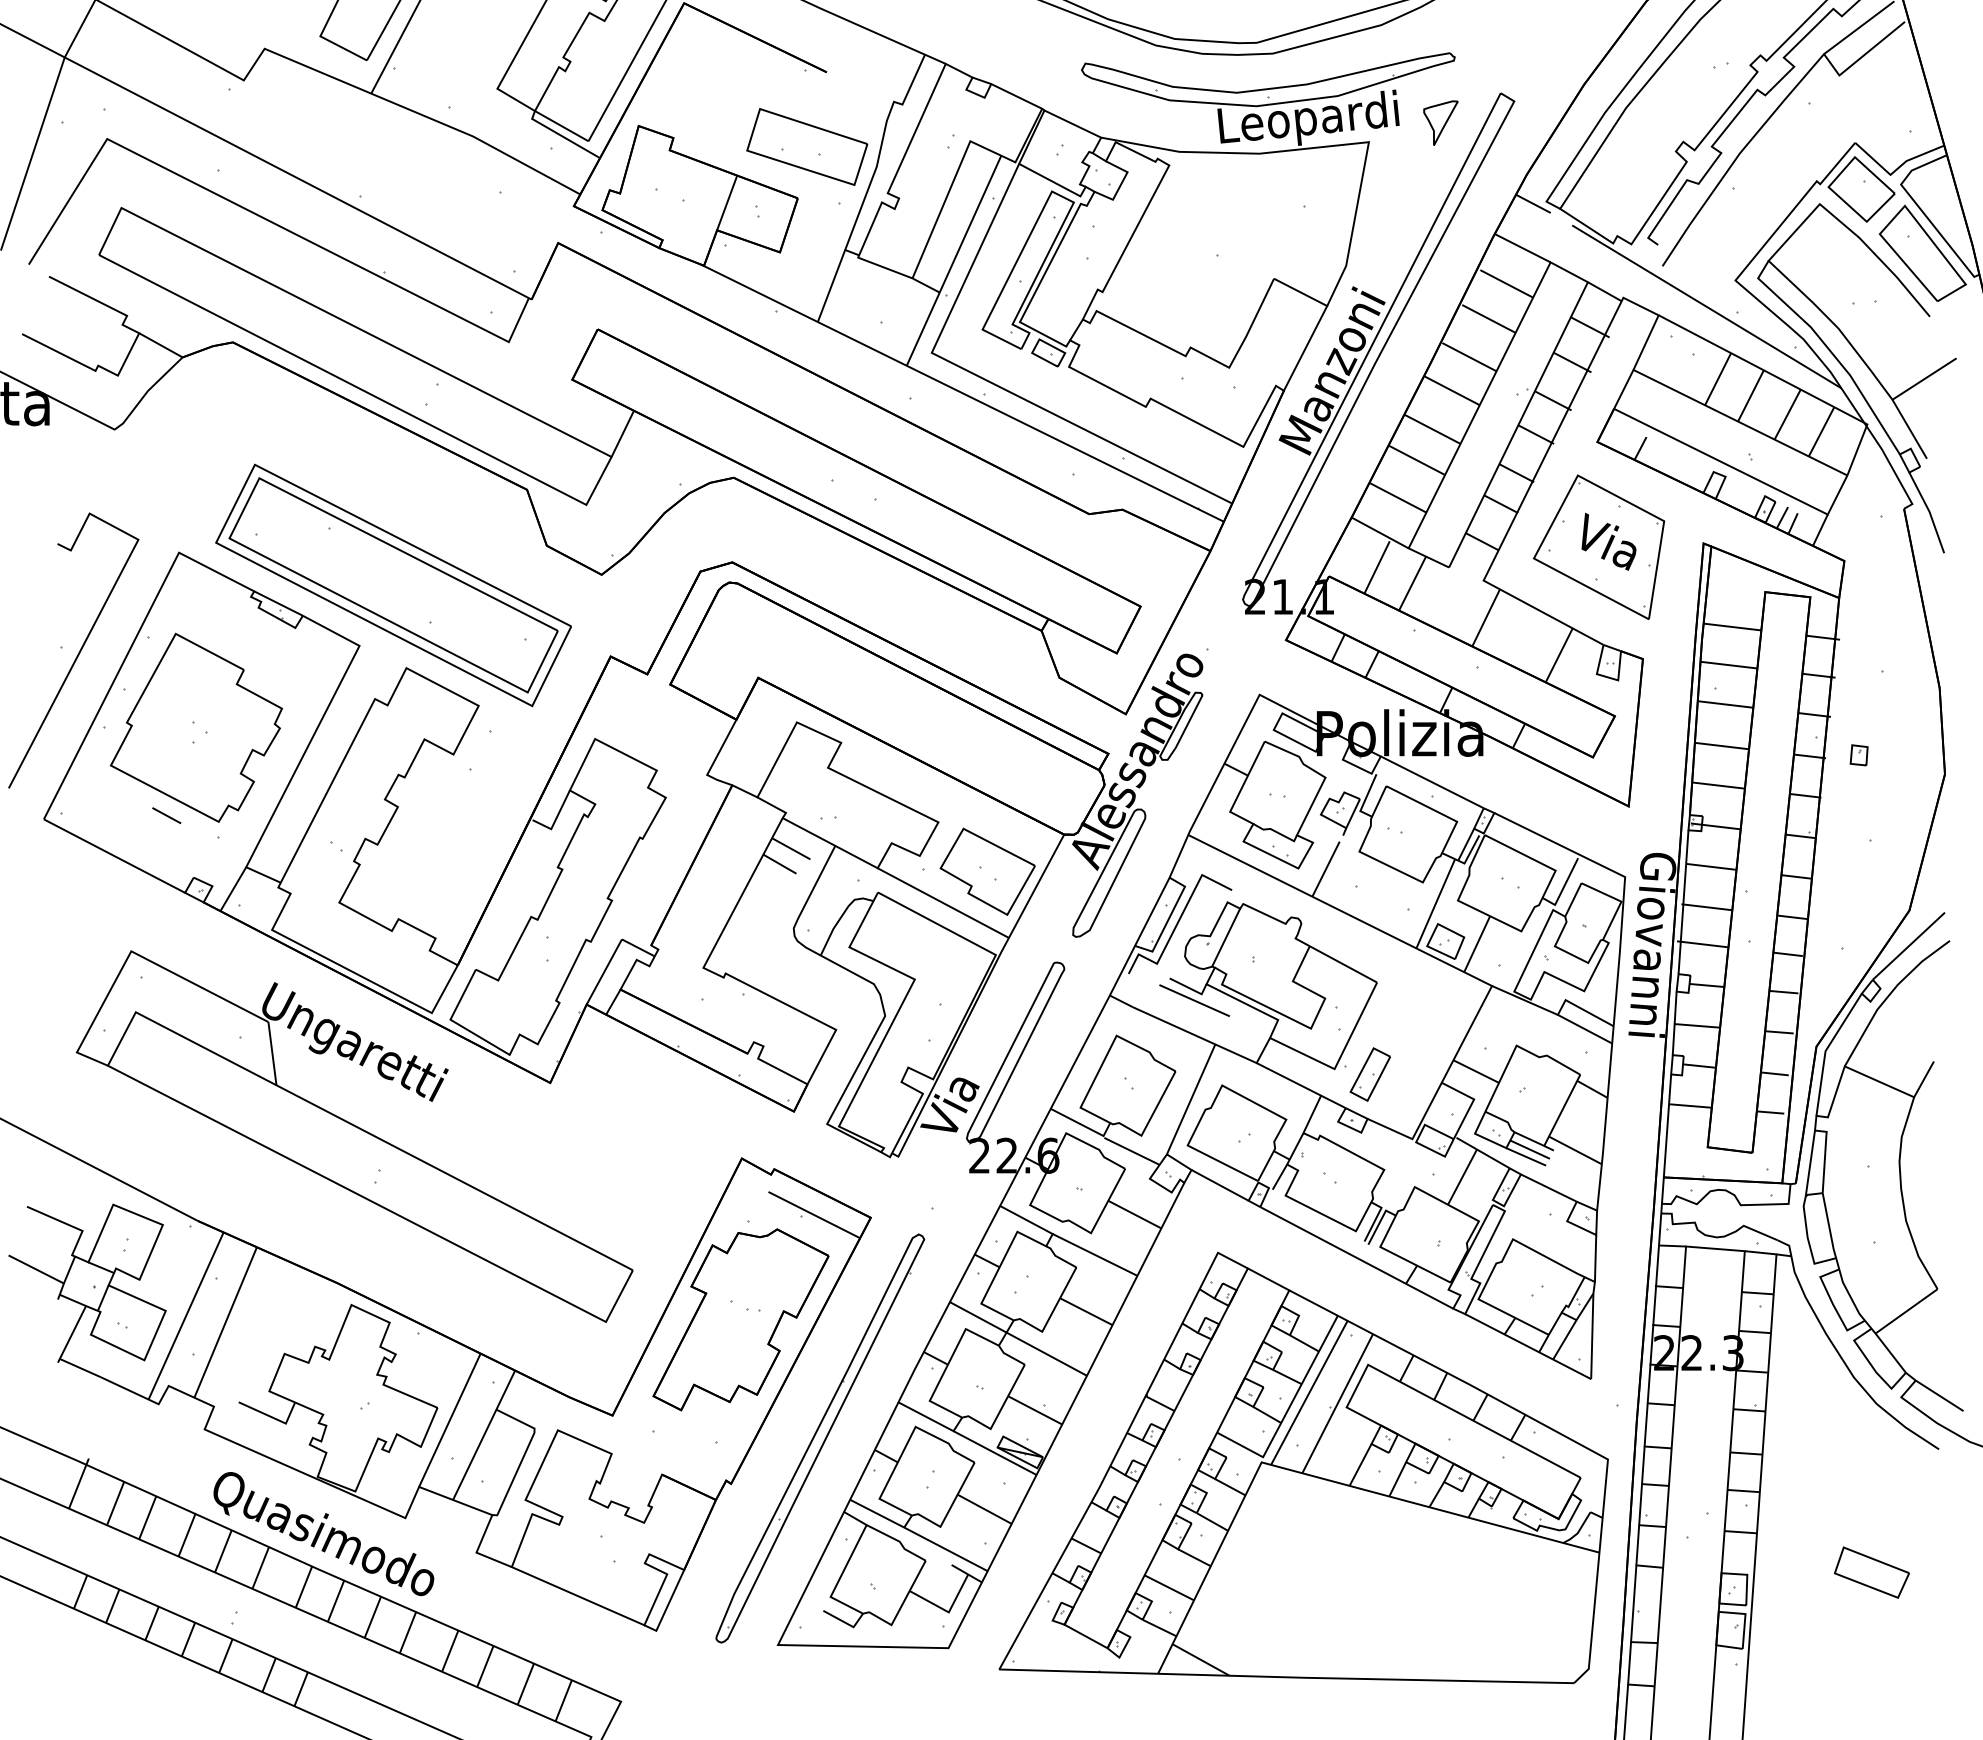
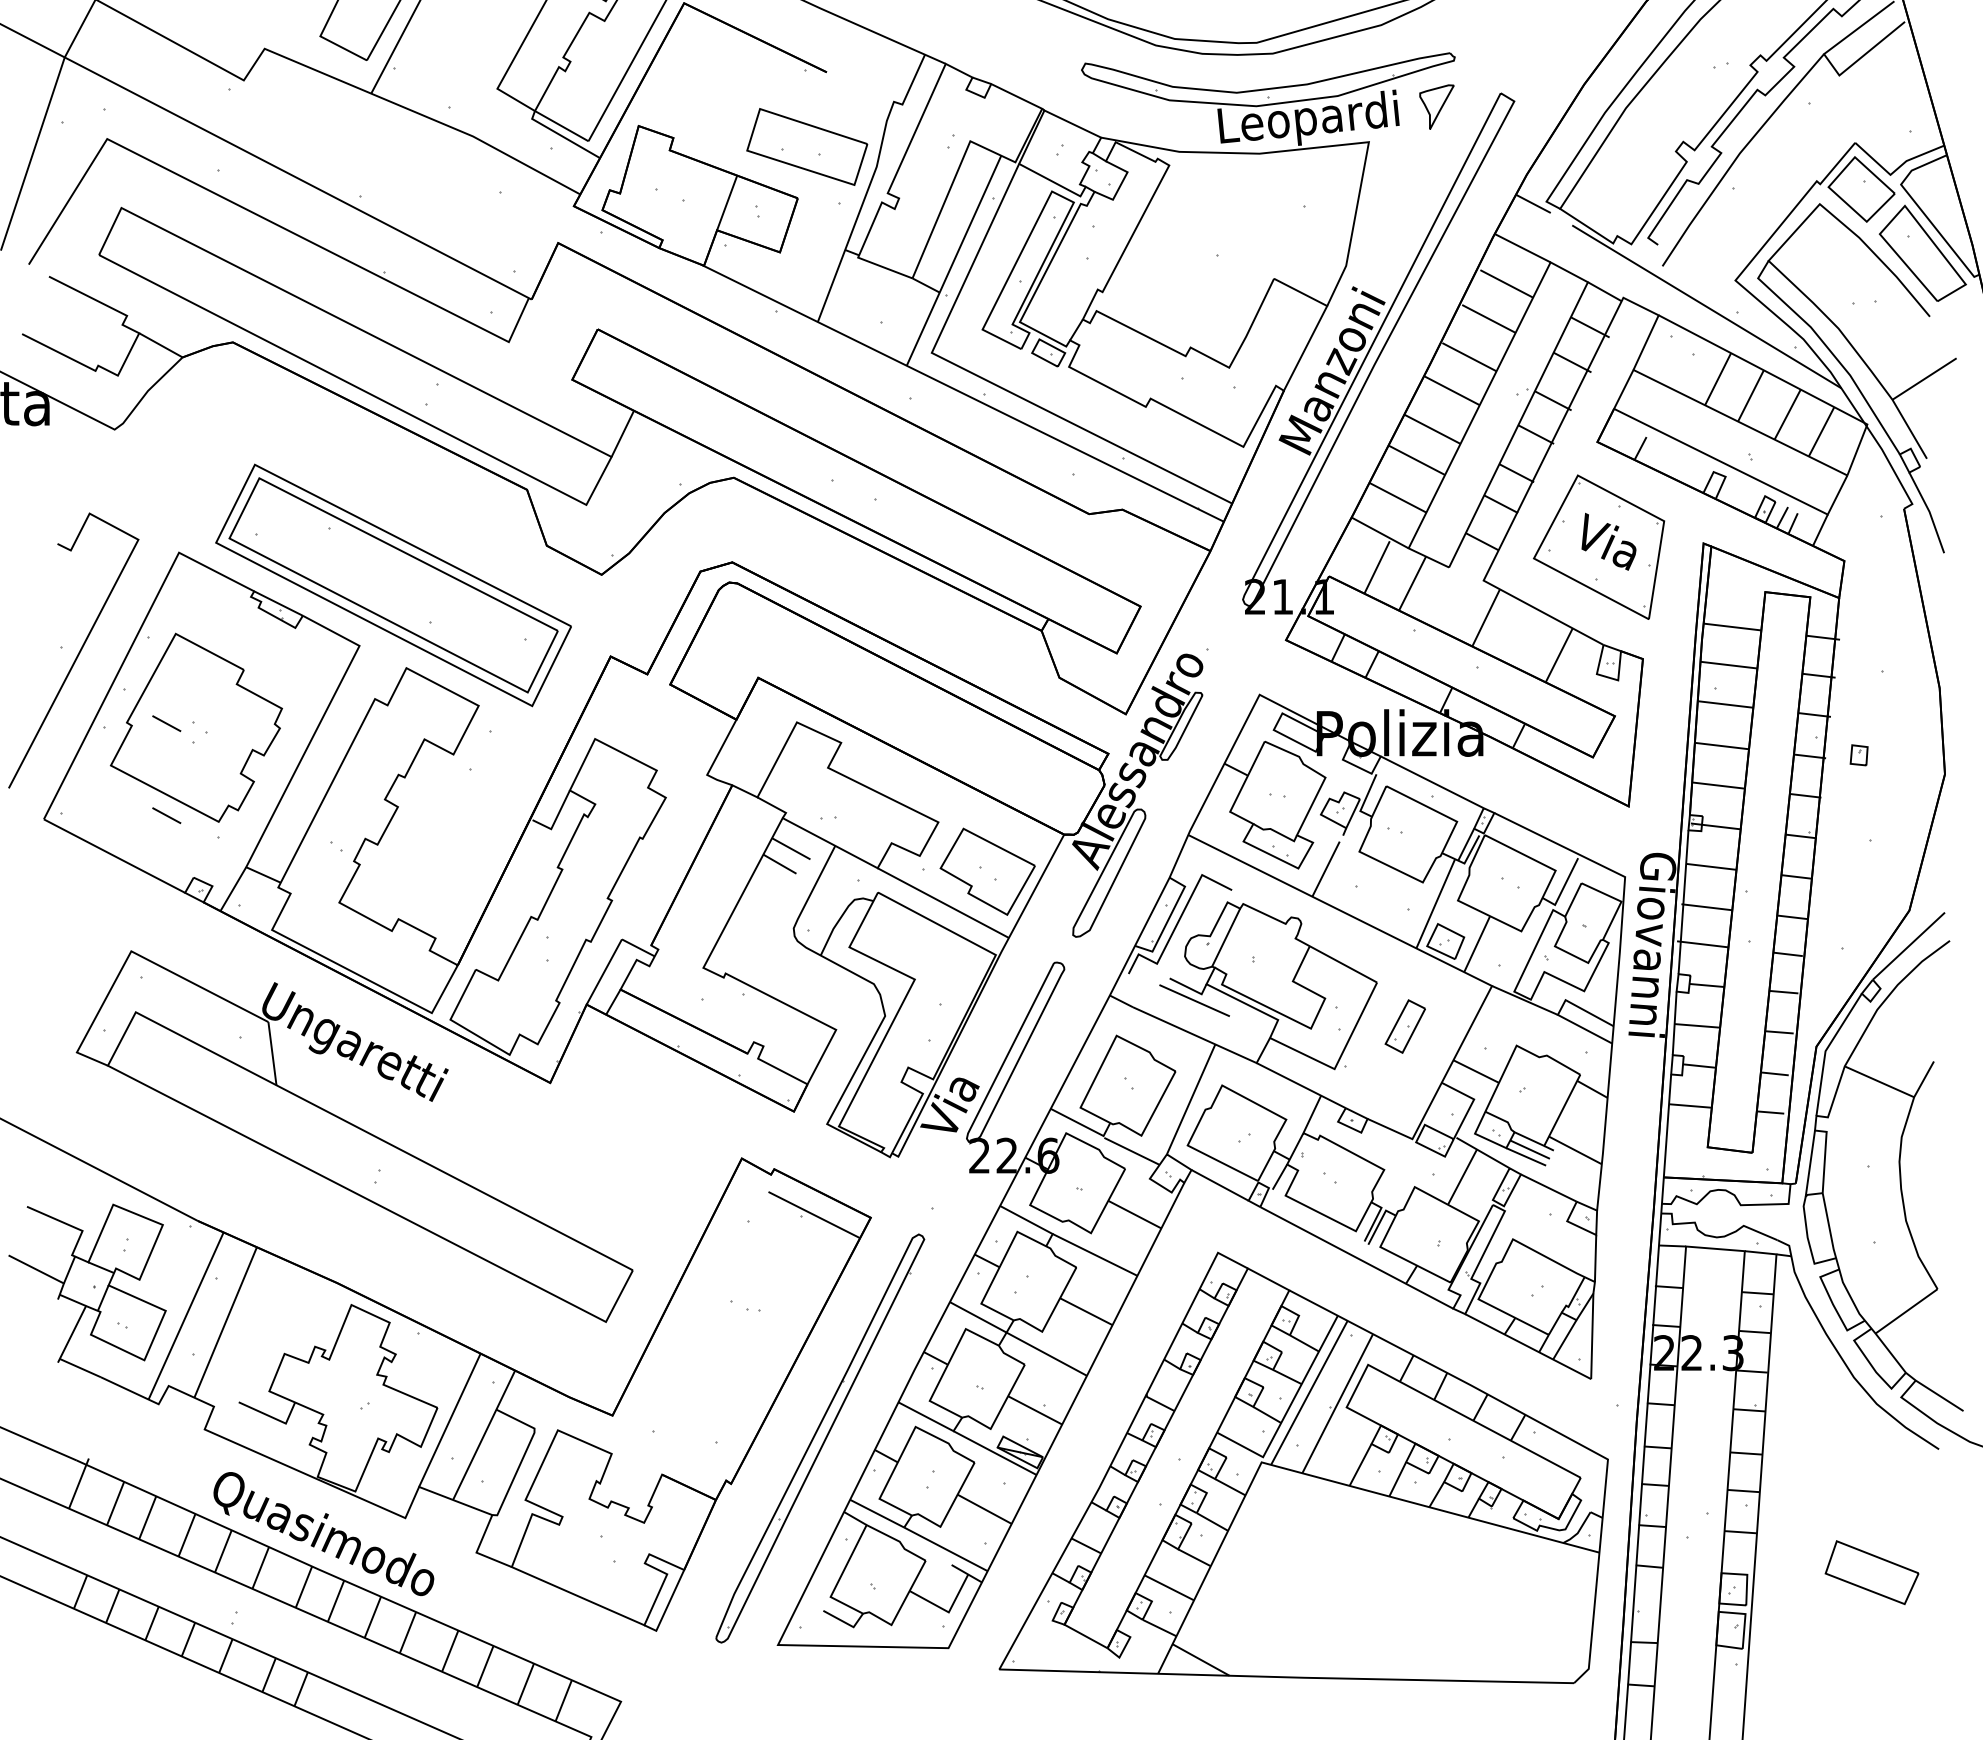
part at (1440, 122) position: (1440, 122) -> (1436, 106)
line at (166, 723): none -> present
part at (1369, 1074) position: (1369, 1074) -> (1404, 1026)
part at (740, 1319): present -> none
part at (1871, 1572) size: 77x53 px -> 96x65 px
